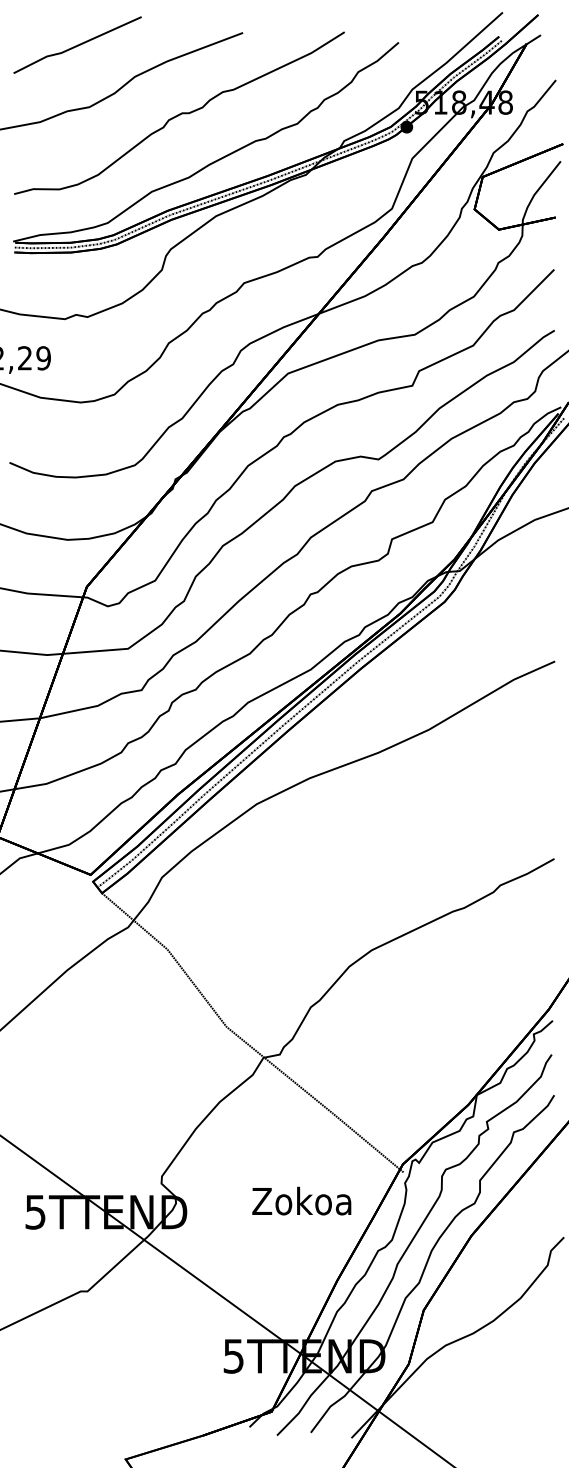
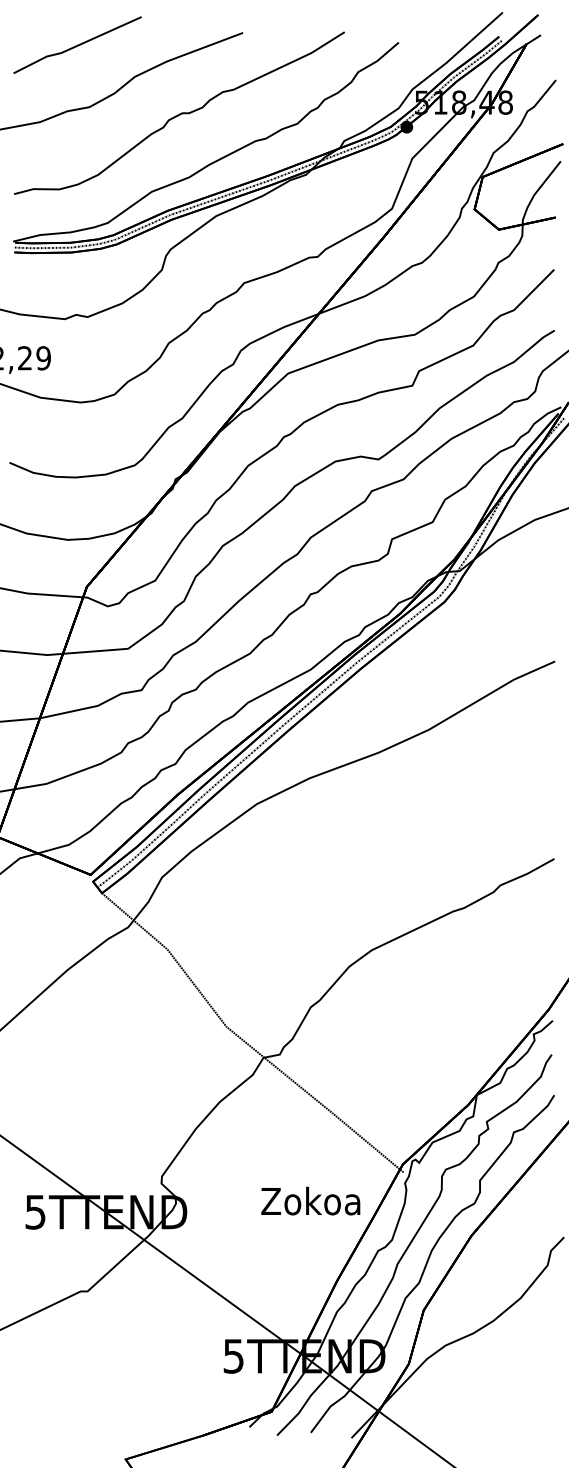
text at (301, 1200) position: (301, 1200) -> (310, 1200)
